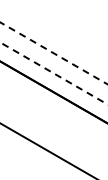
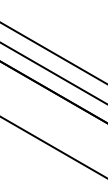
line at (53, 53): dashed -> solid
line at (54, 73): dashed -> solid
line at (47, 150) position: (47, 150) -> (53, 146)
